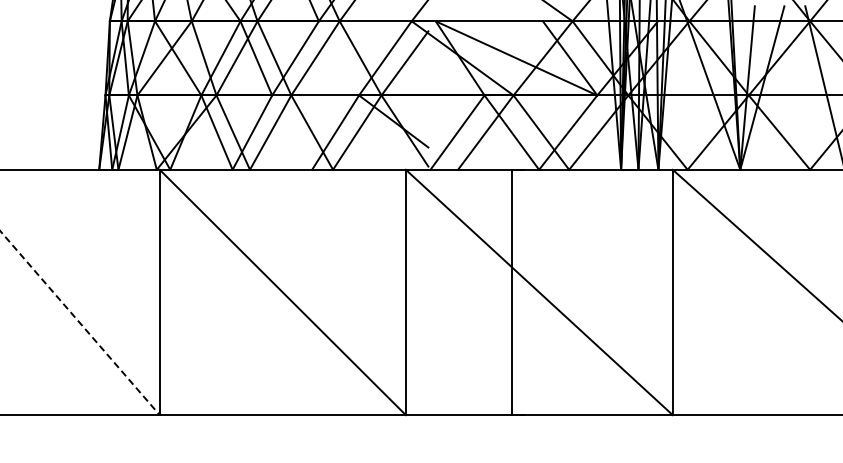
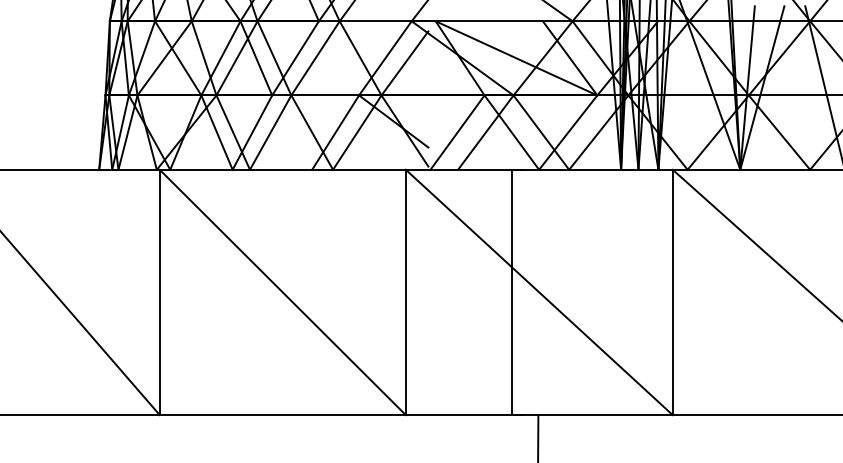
line at (80, 323): dashed -> solid
line at (538, 437): none -> present
